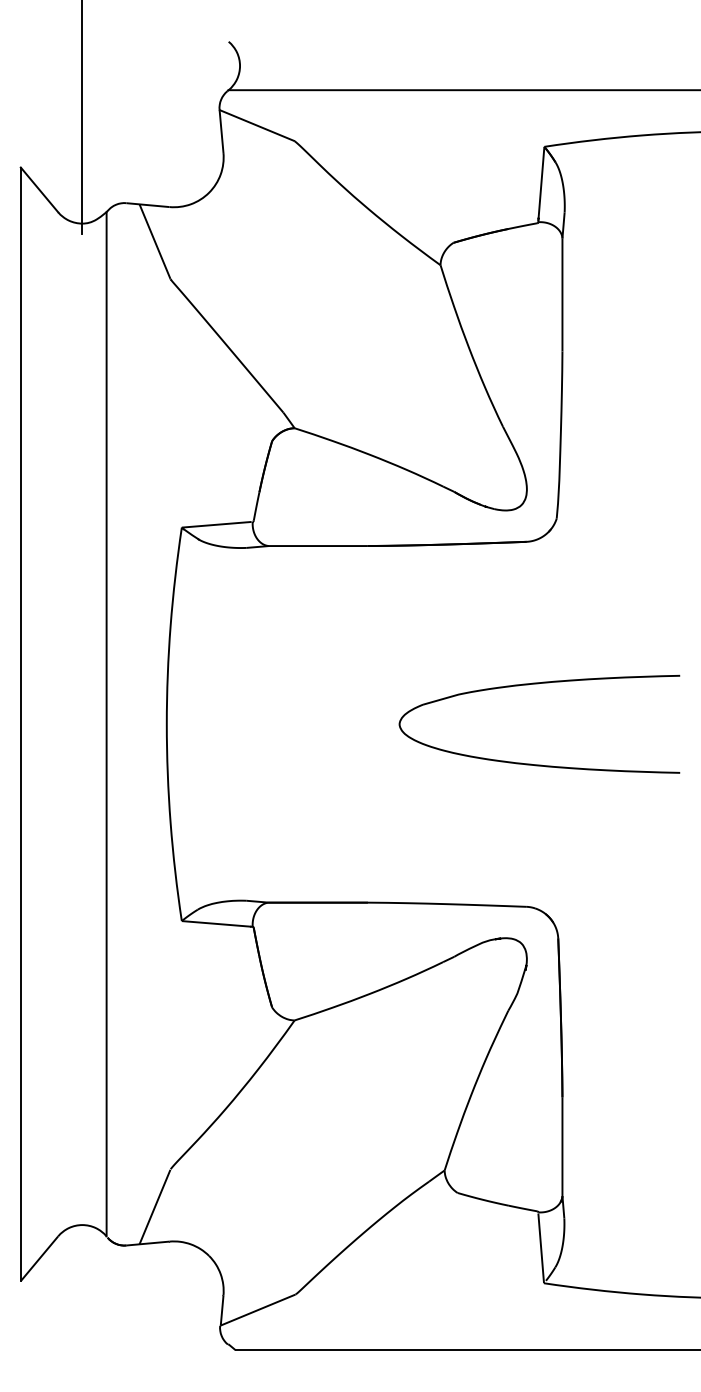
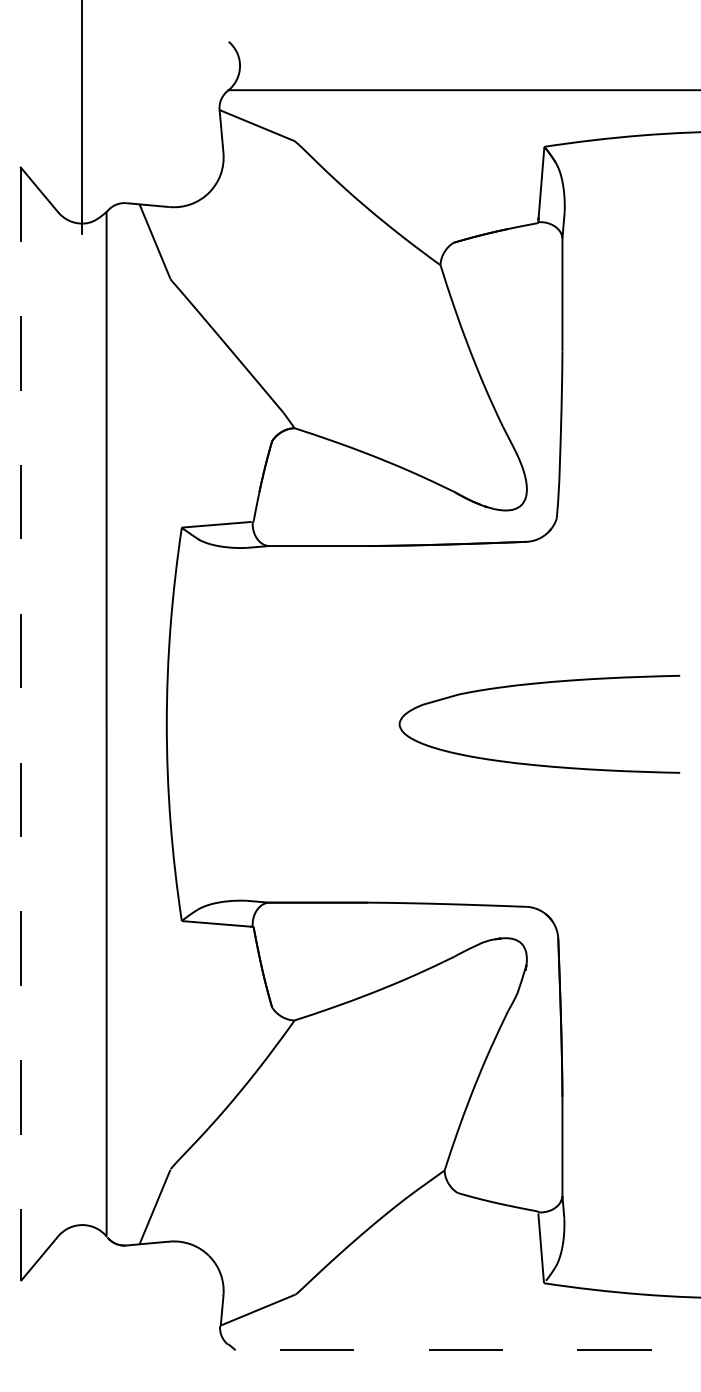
line at (20, 724): solid -> dashed
line at (467, 1350): solid -> dashed
